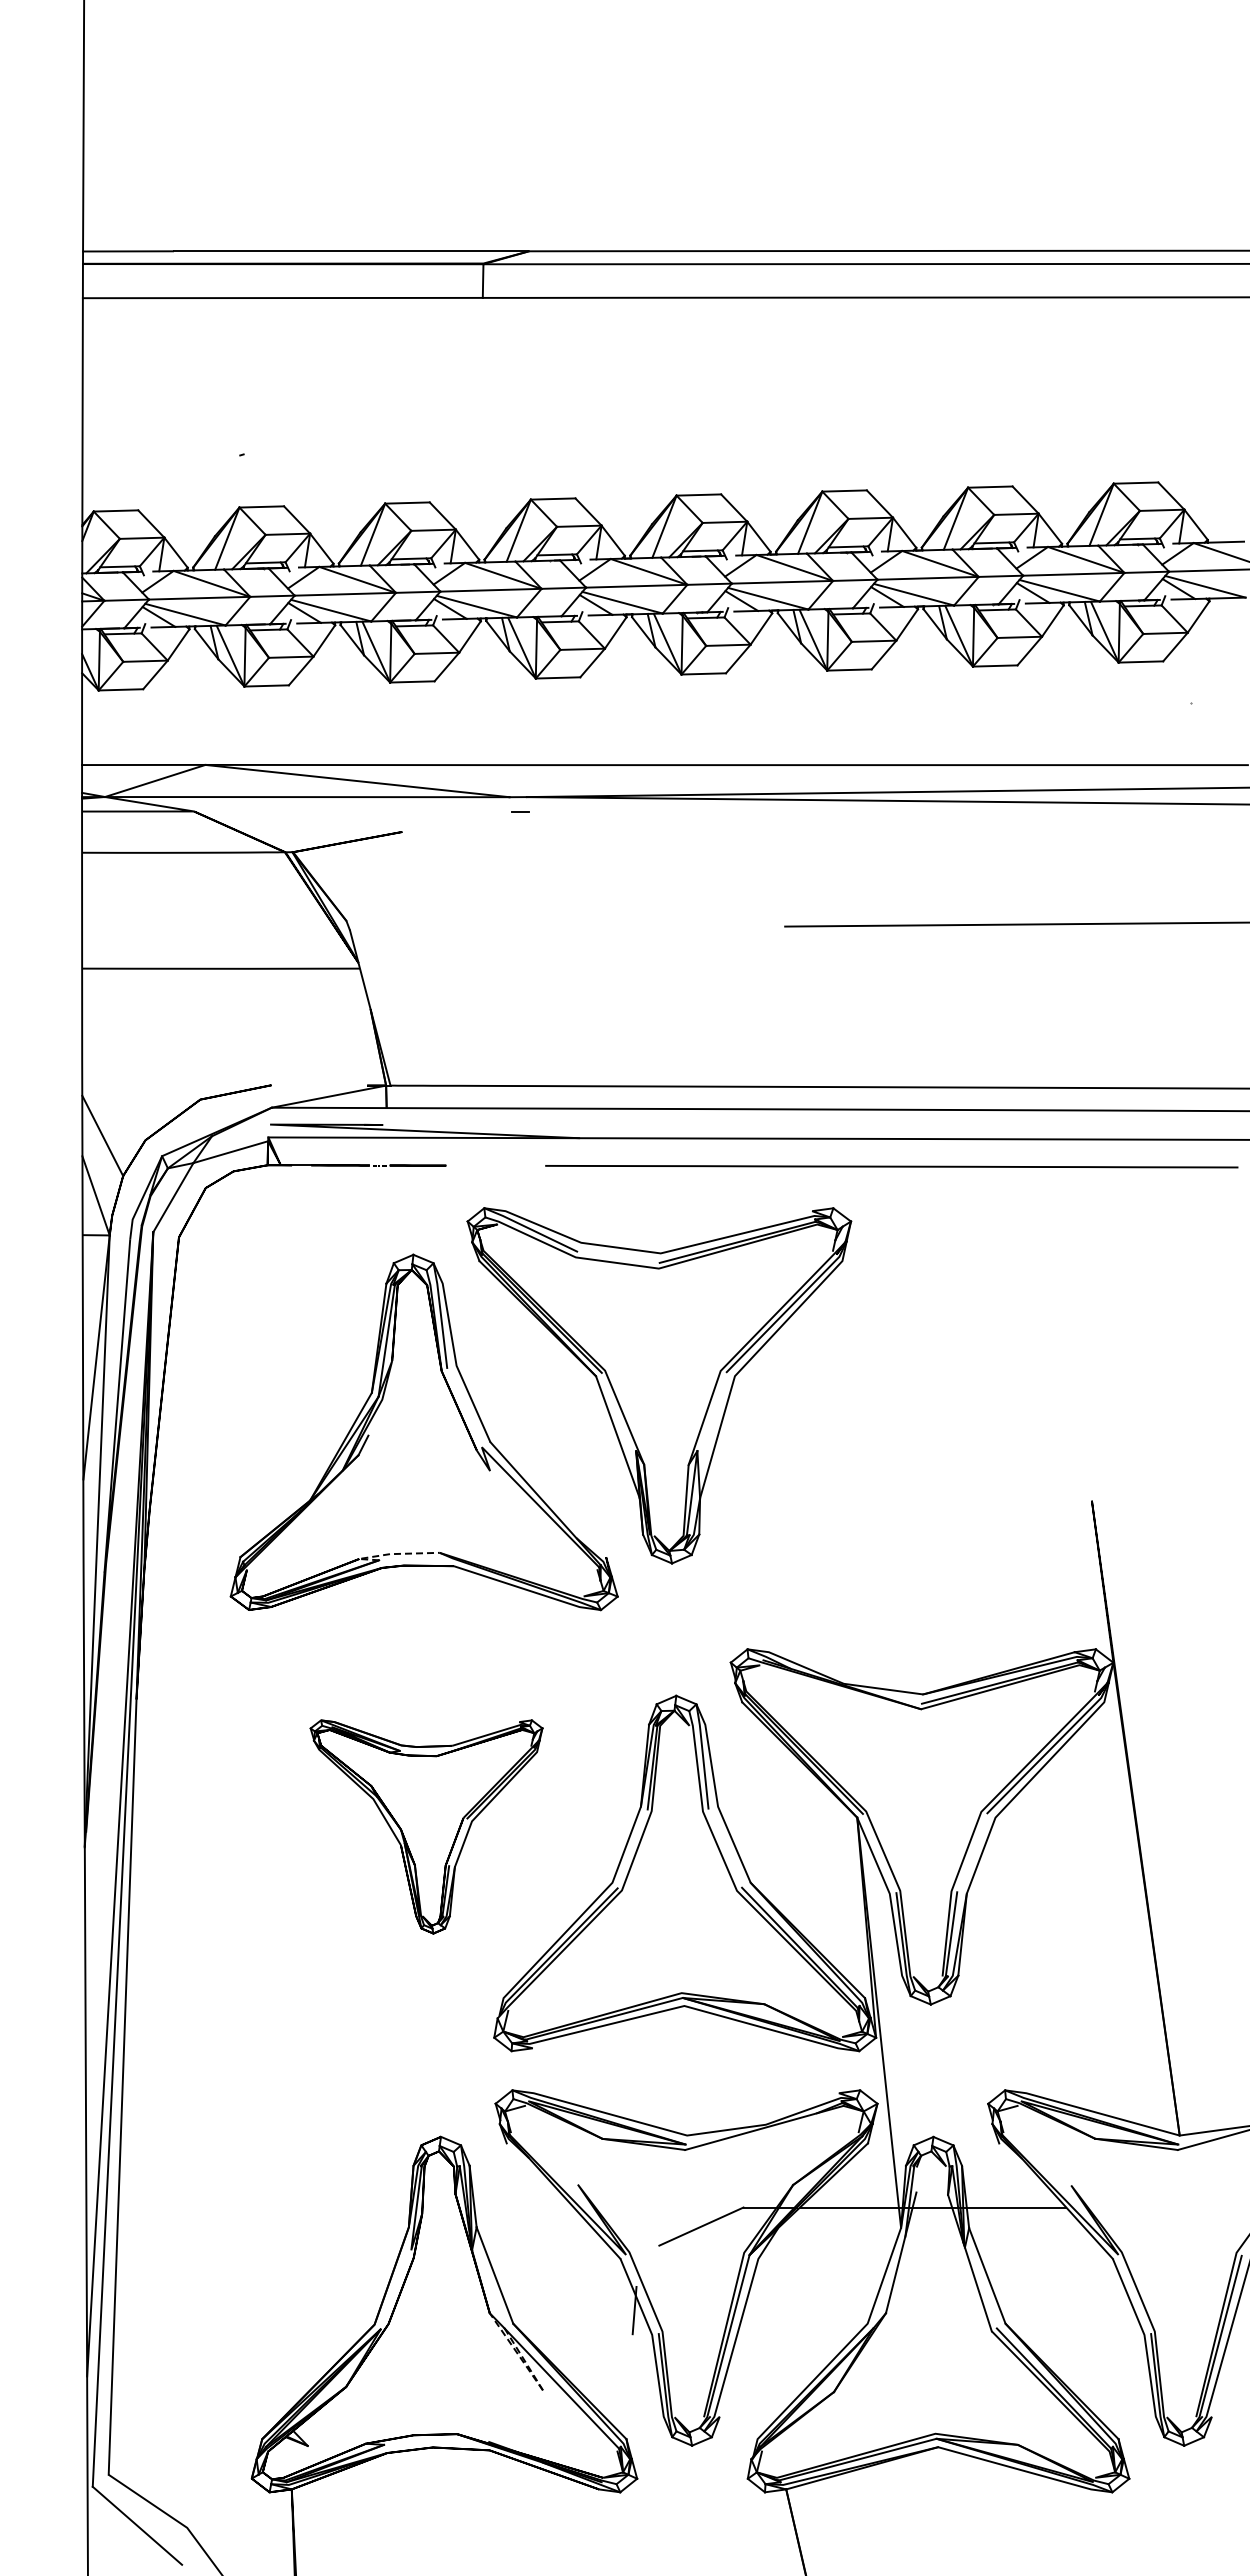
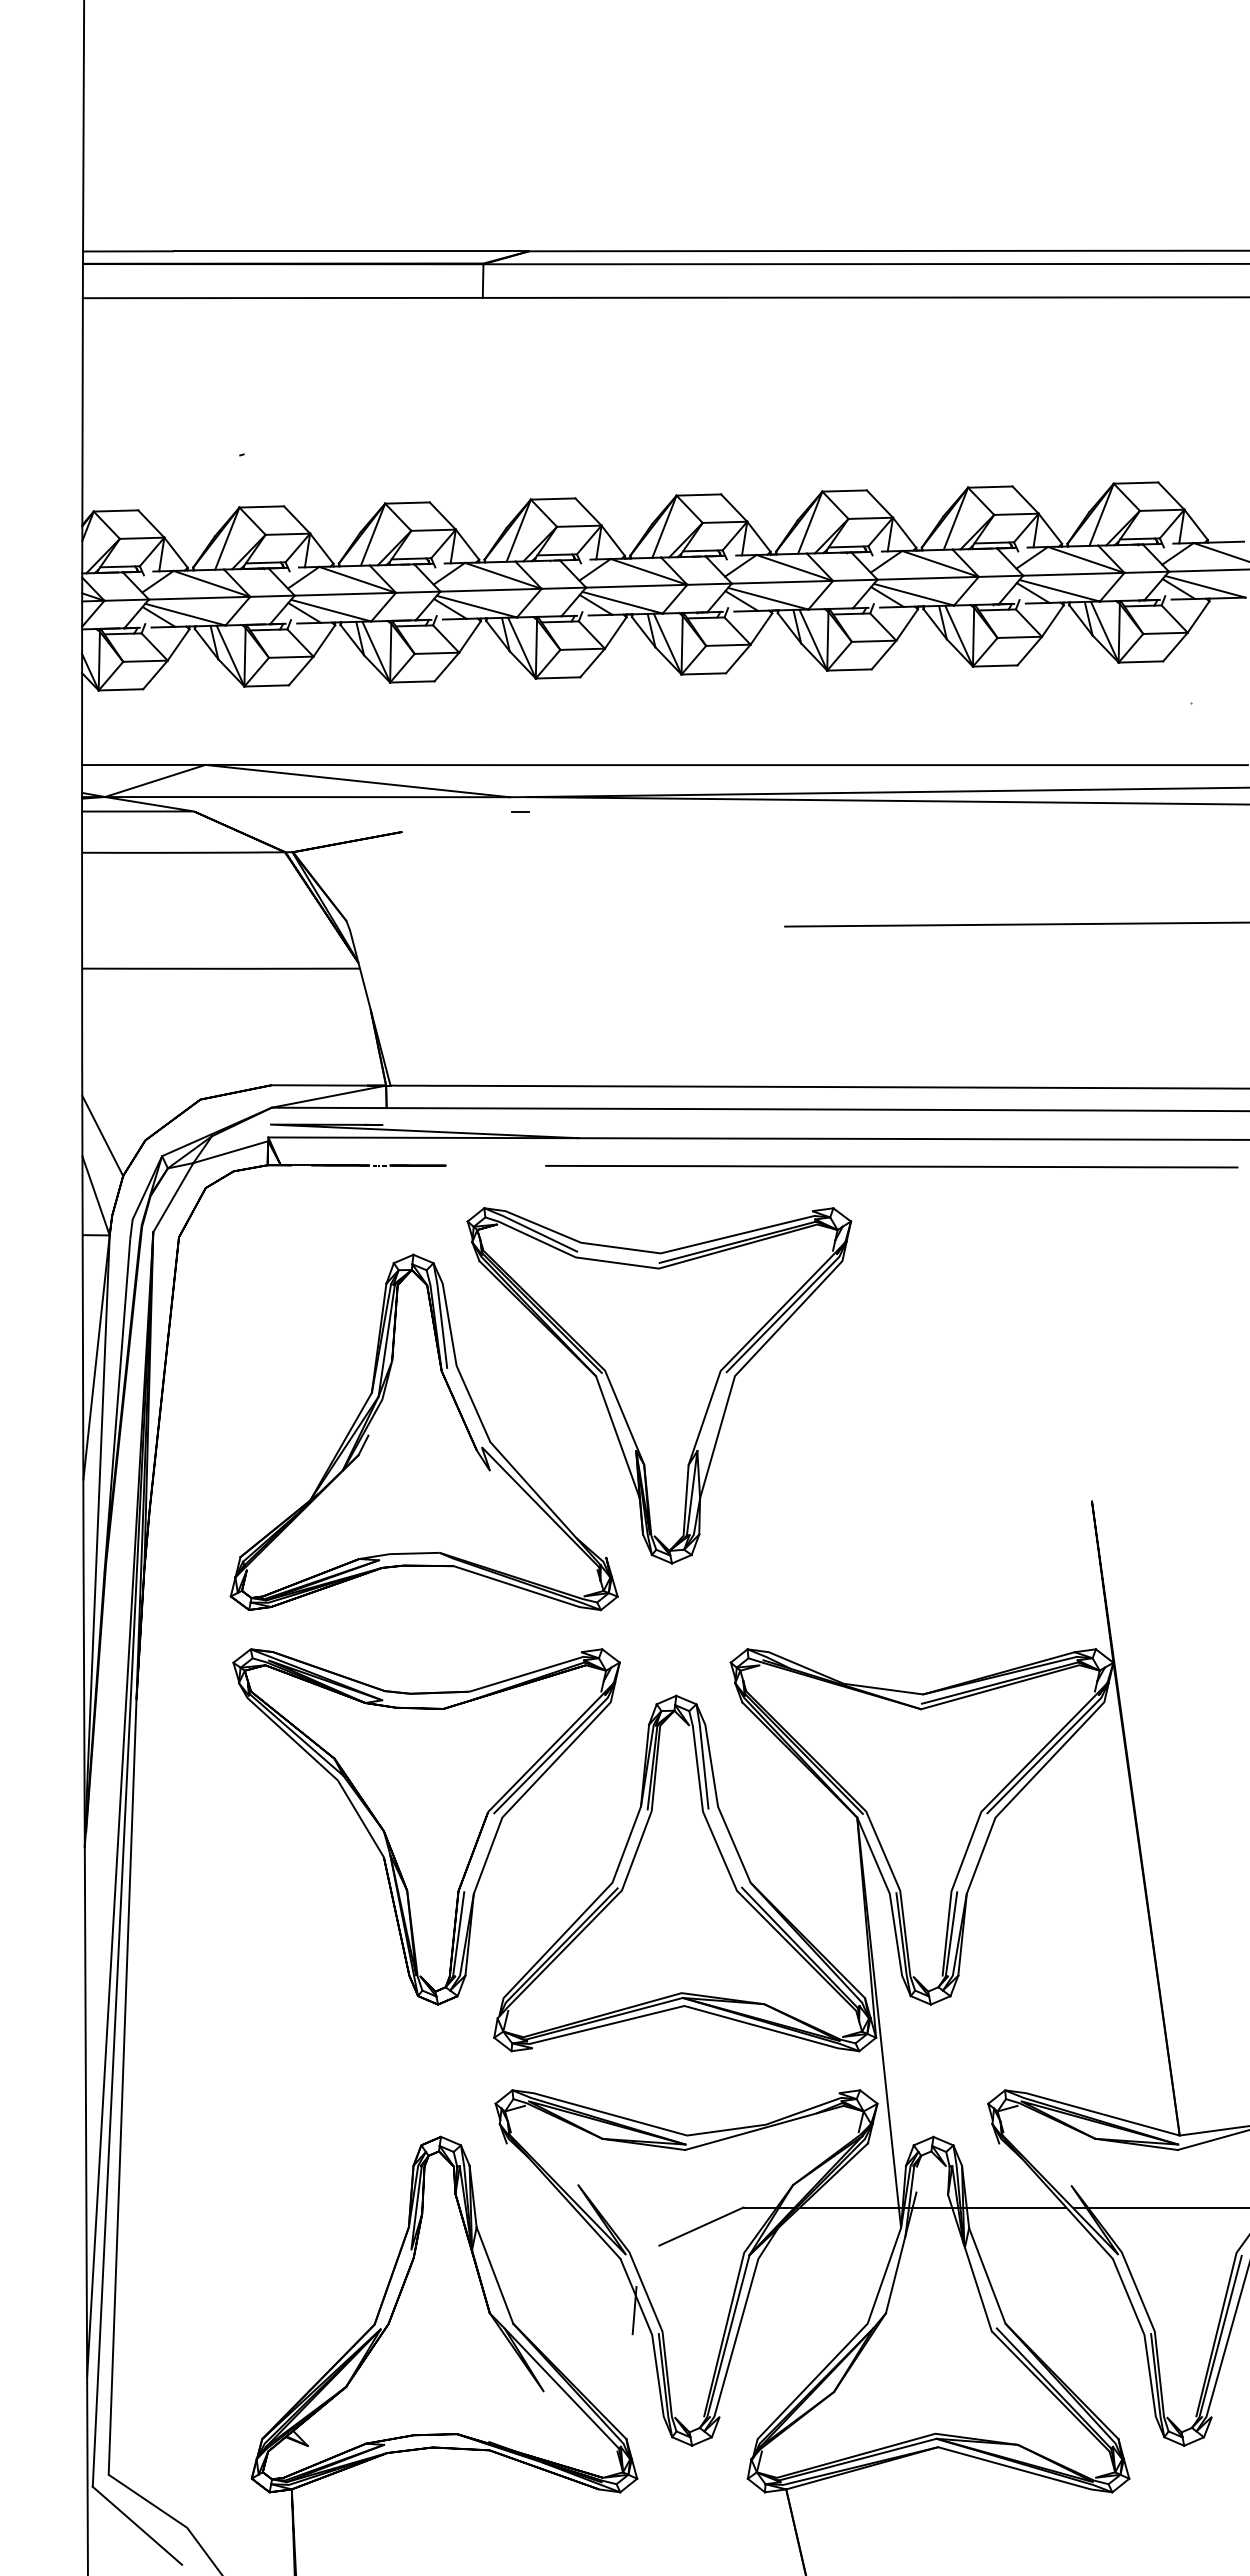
line at (319, 1085): none -> present
line at (389, 1554): dashed -> solid
part at (426, 1826) size: 235x216 px -> 389x358 px
line at (1159, 2207): none -> present
line at (538, 2383): dashed -> solid
